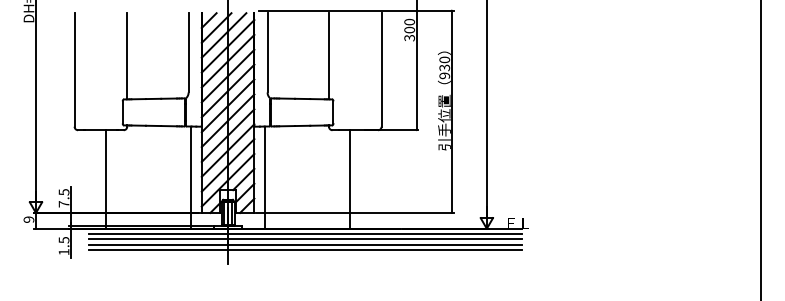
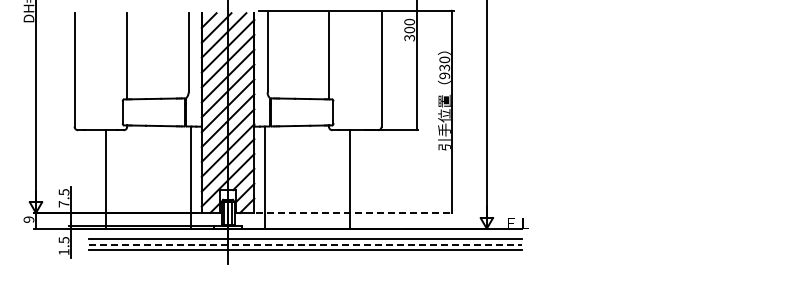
line at (761, 149): present -> none
line at (354, 212): solid -> dashed
line at (304, 234): present -> none
line at (305, 244): solid -> dashed
